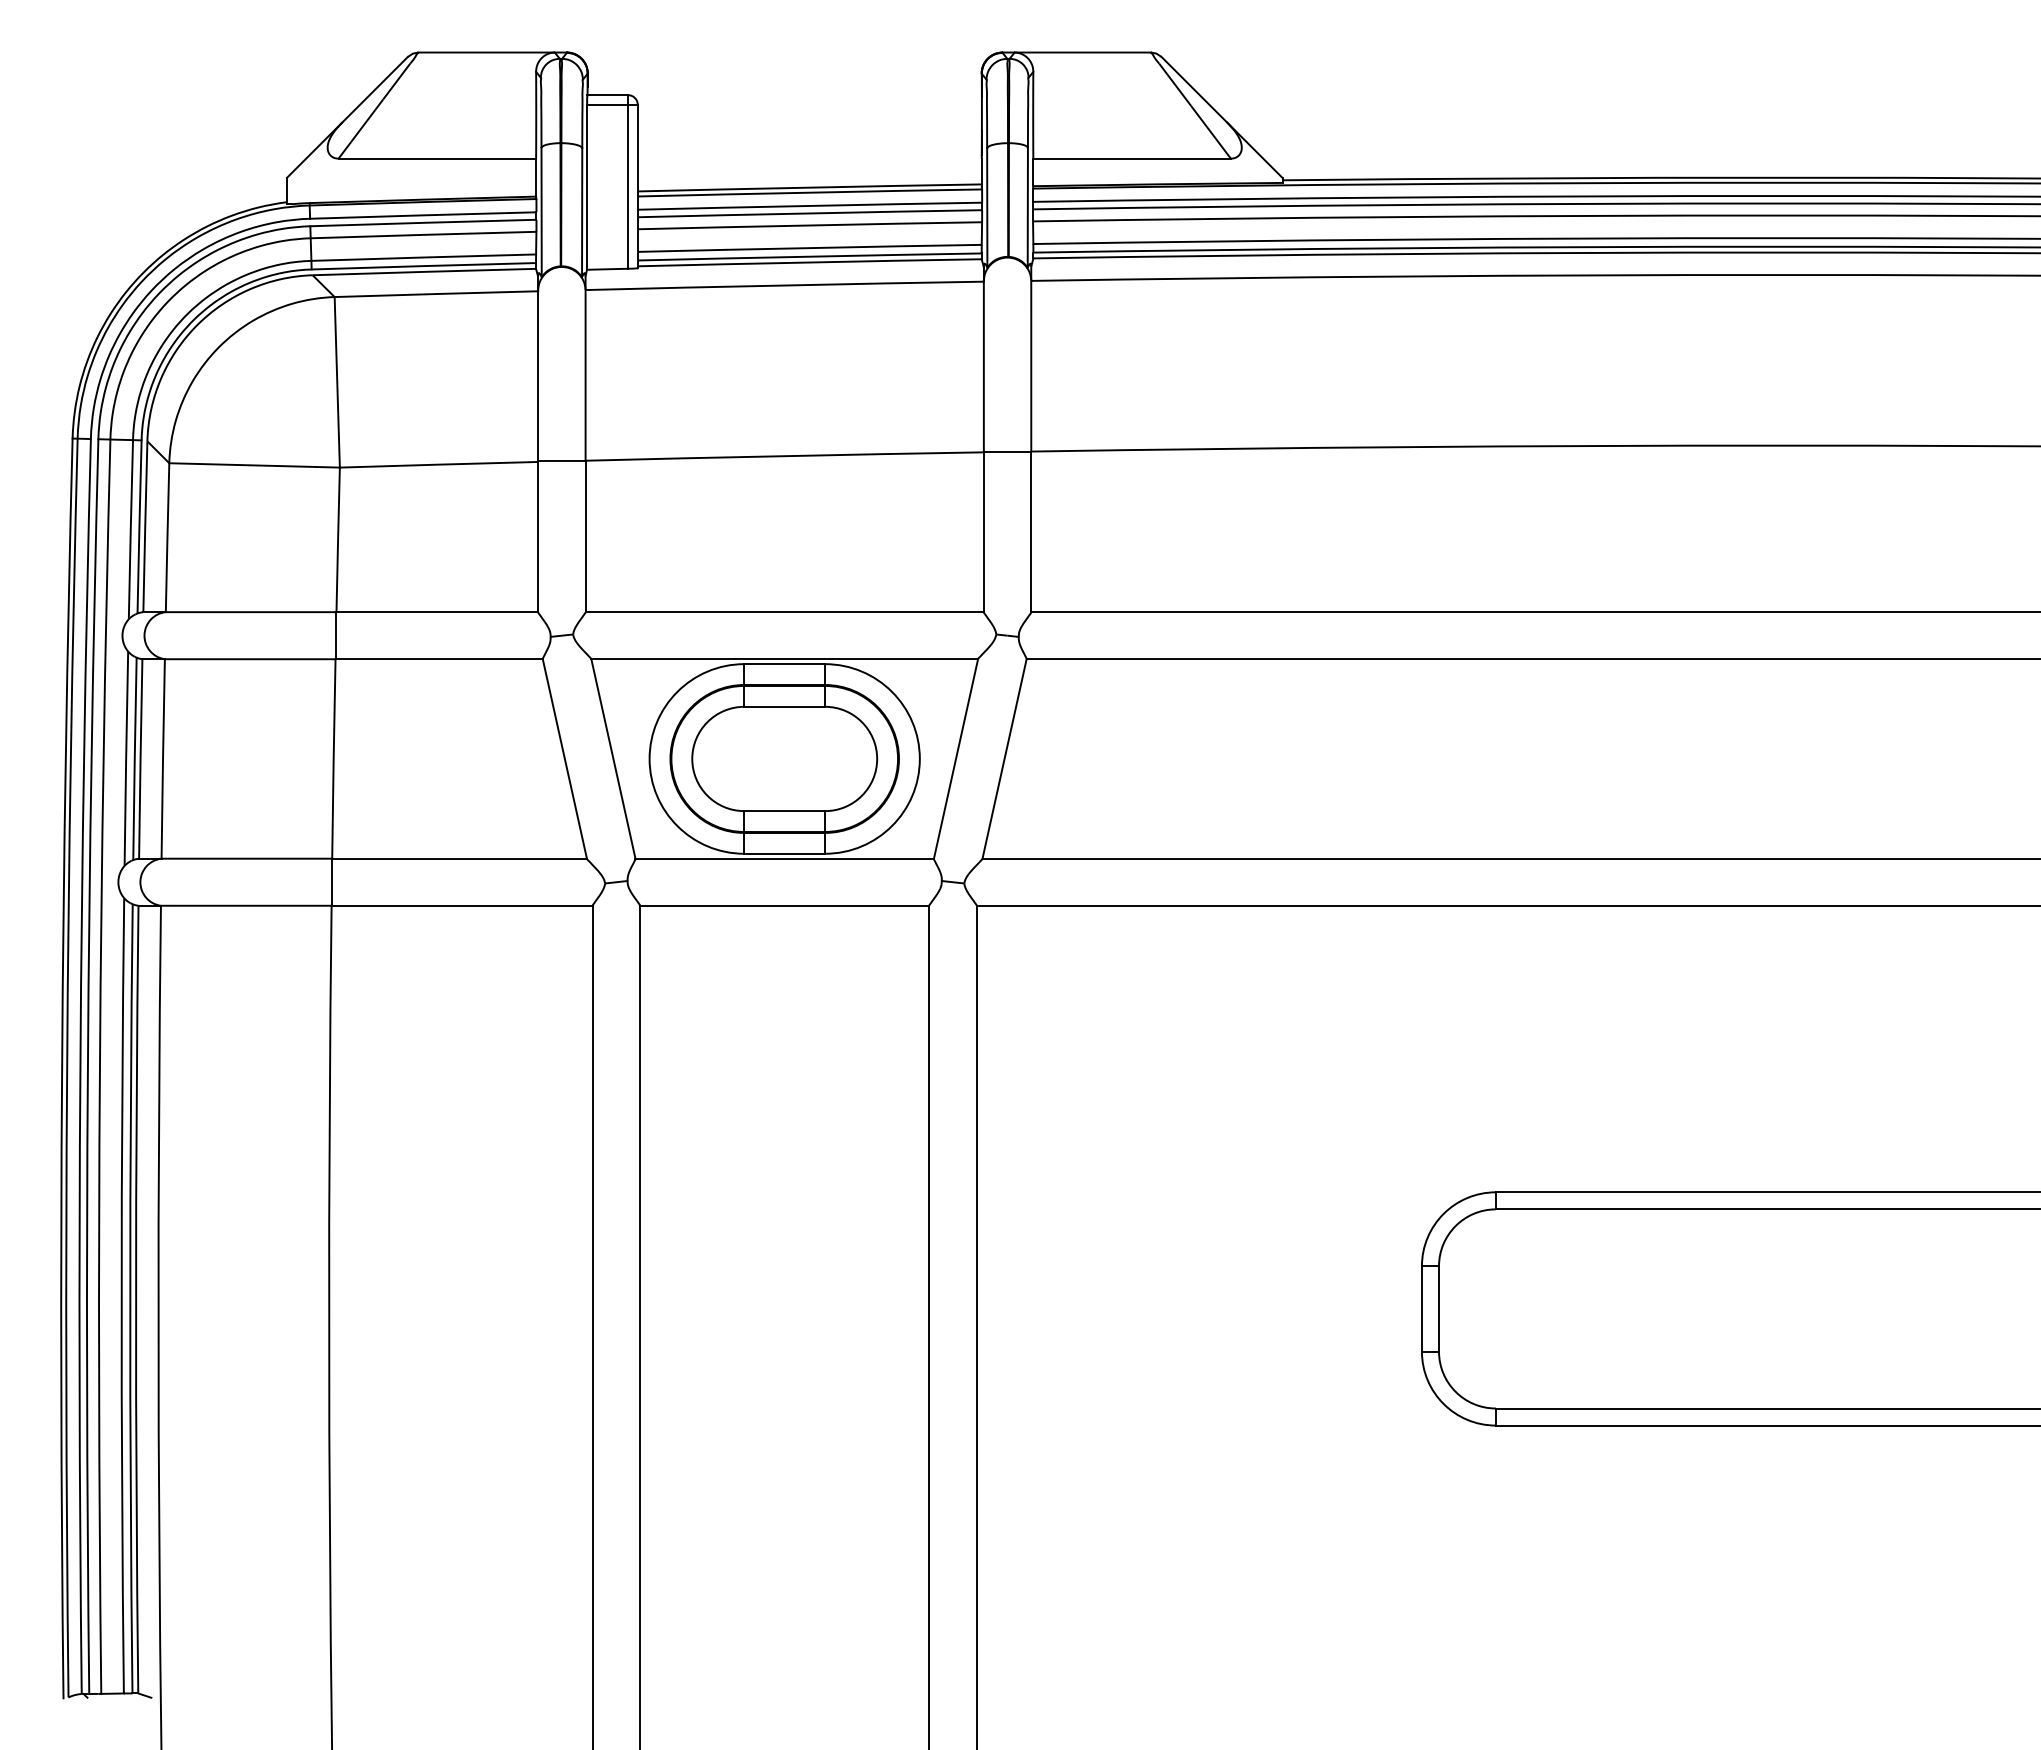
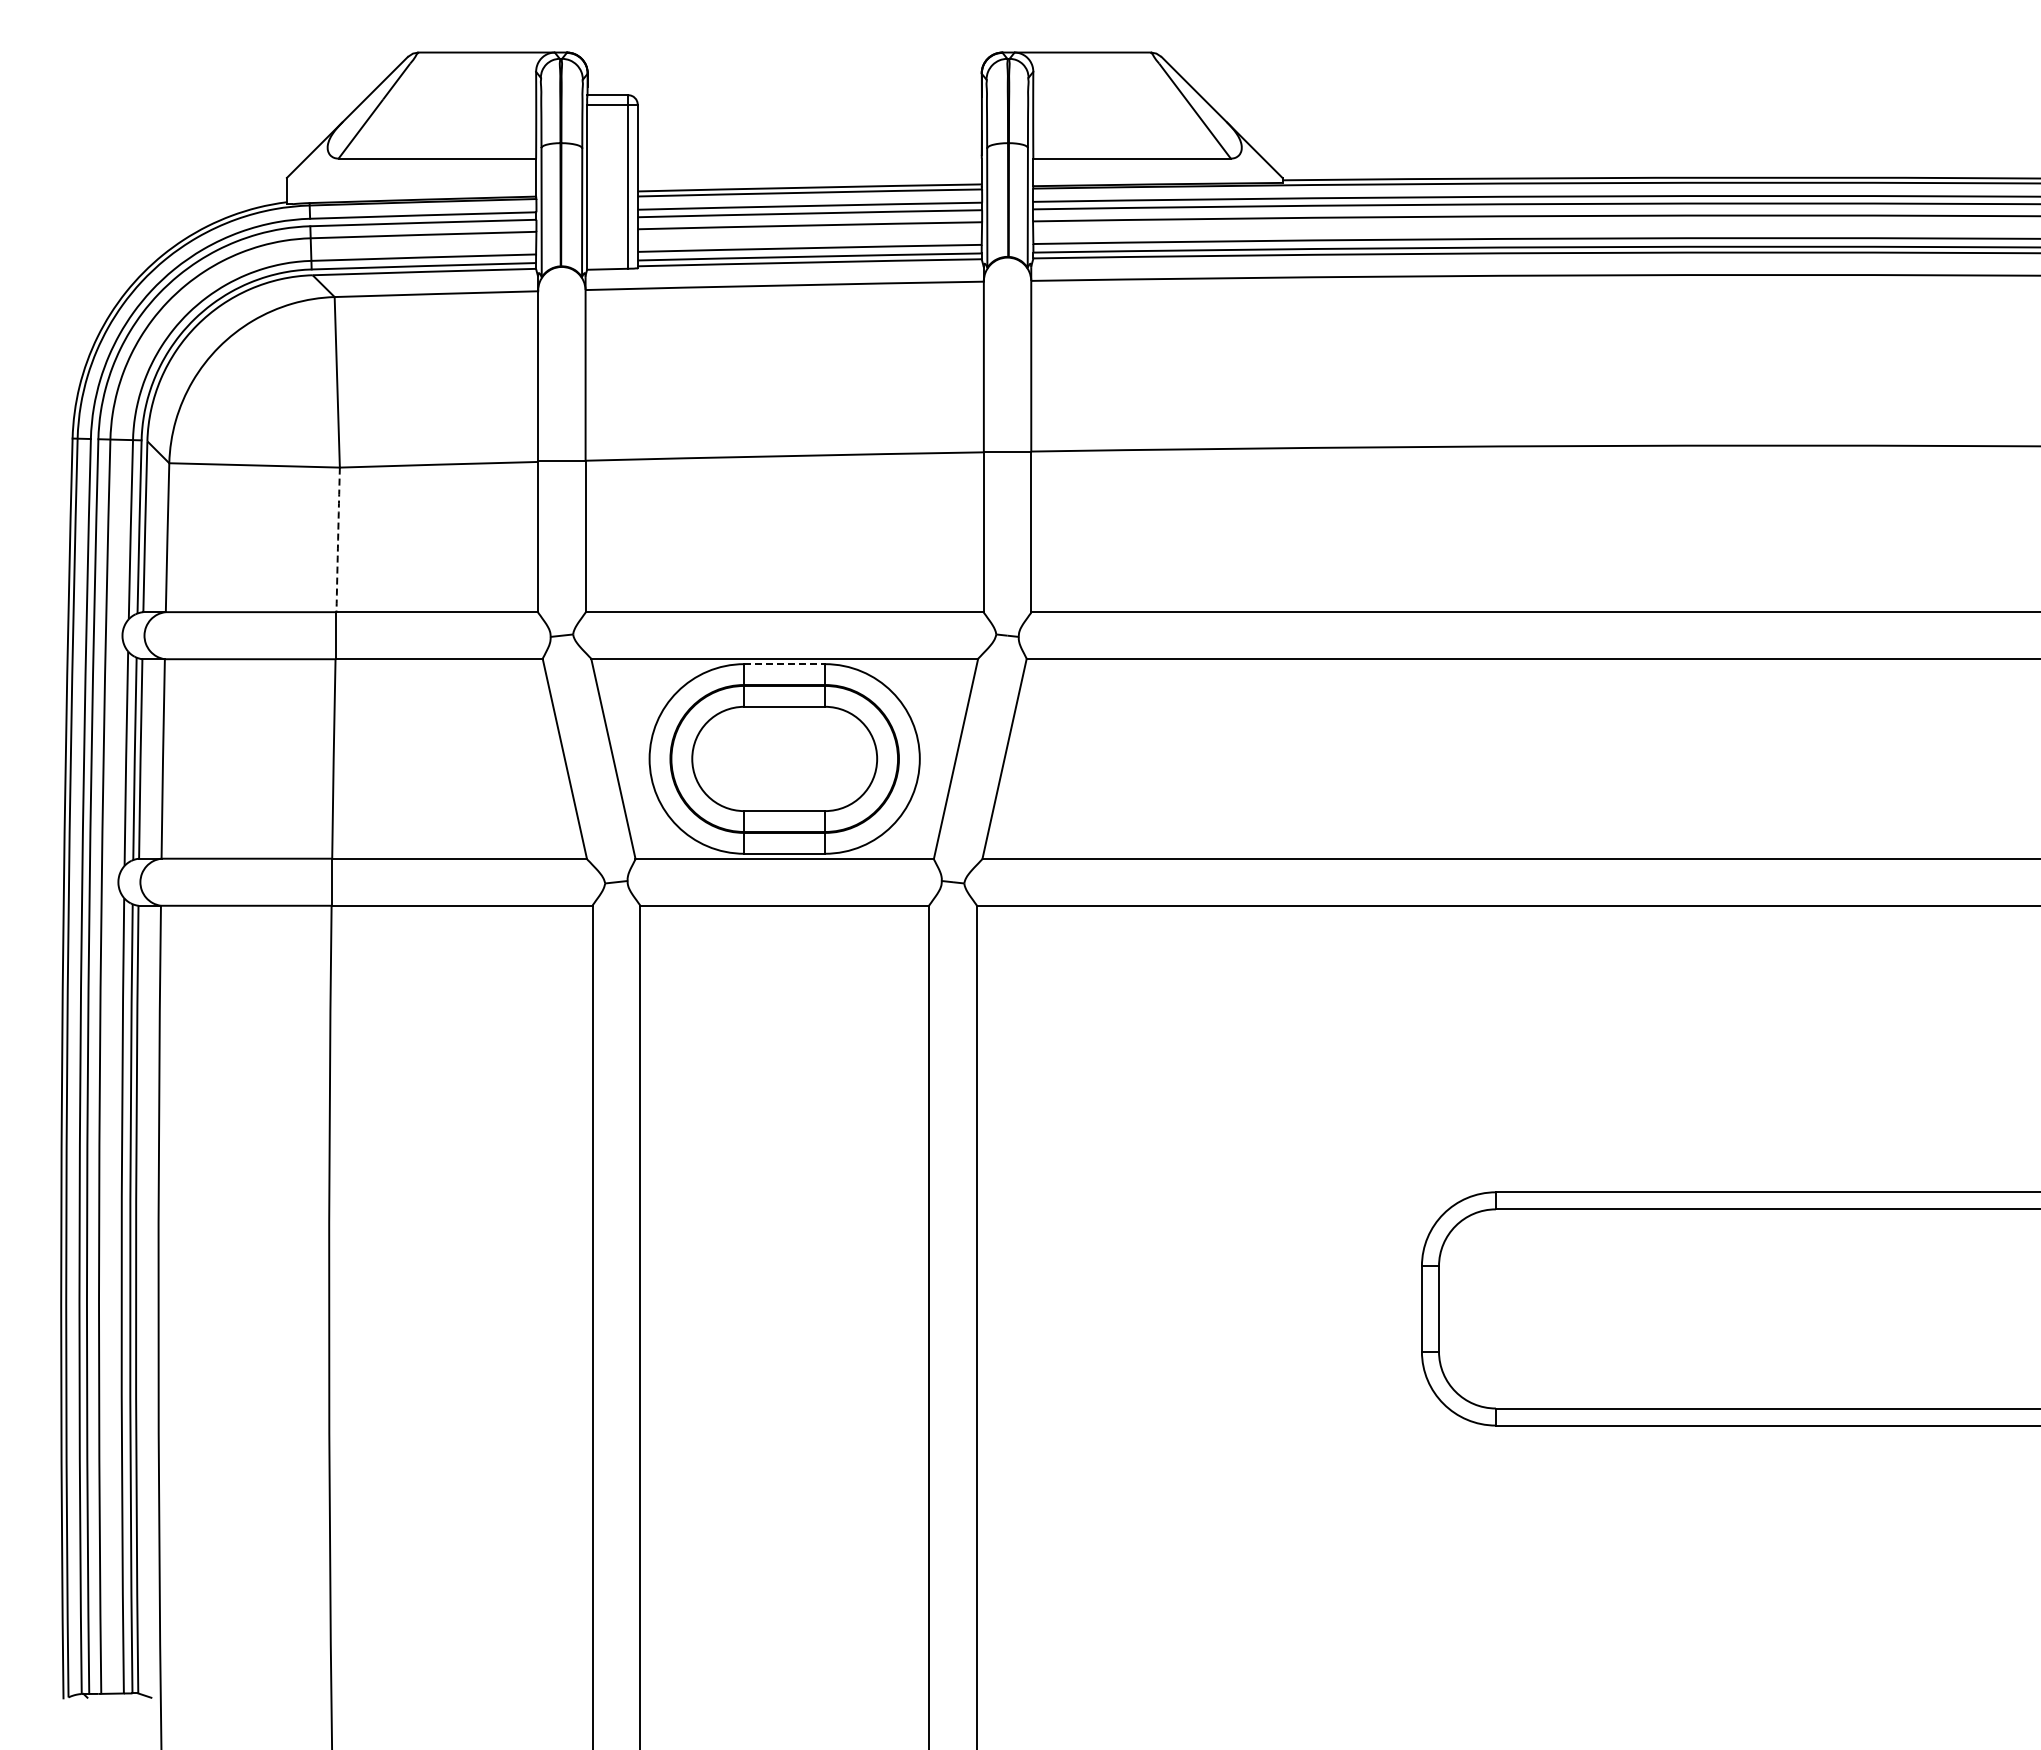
arc at (338, 539): solid -> dashed
line at (785, 664): solid -> dashed
